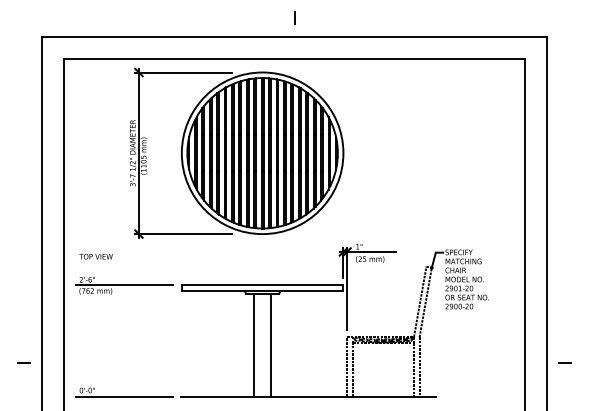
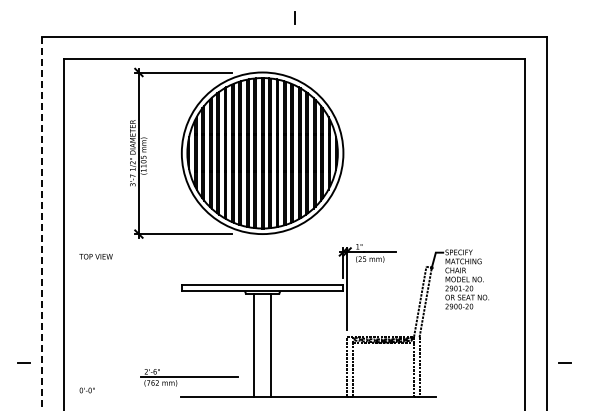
line at (41, 223): solid -> dashed
part at (124, 285) position: (124, 285) -> (189, 377)
line at (124, 396): present -> none
